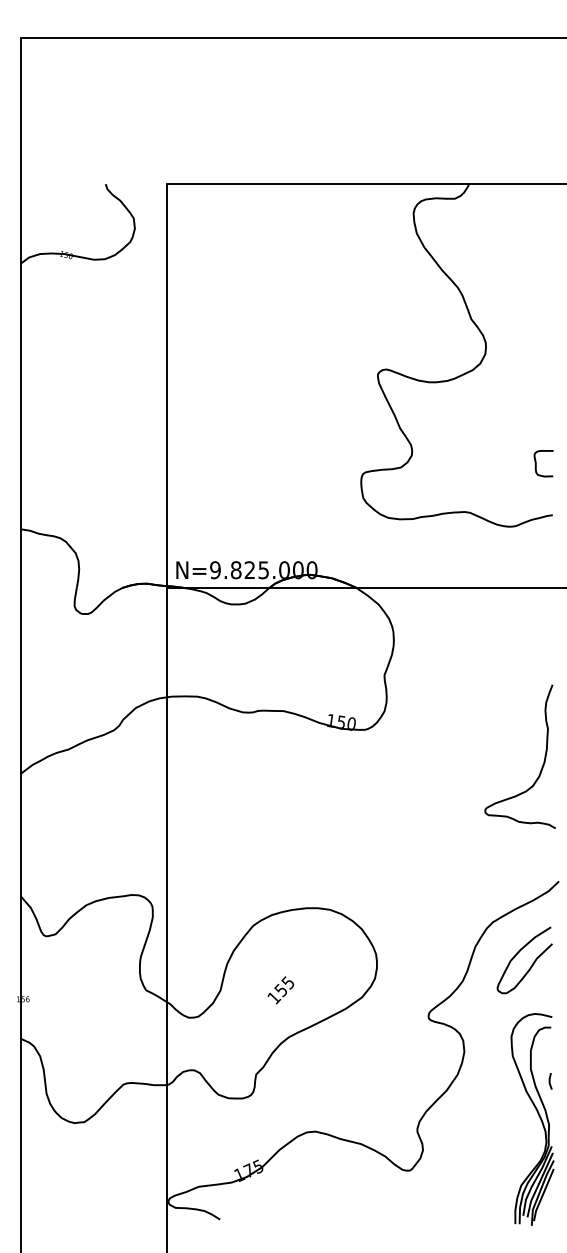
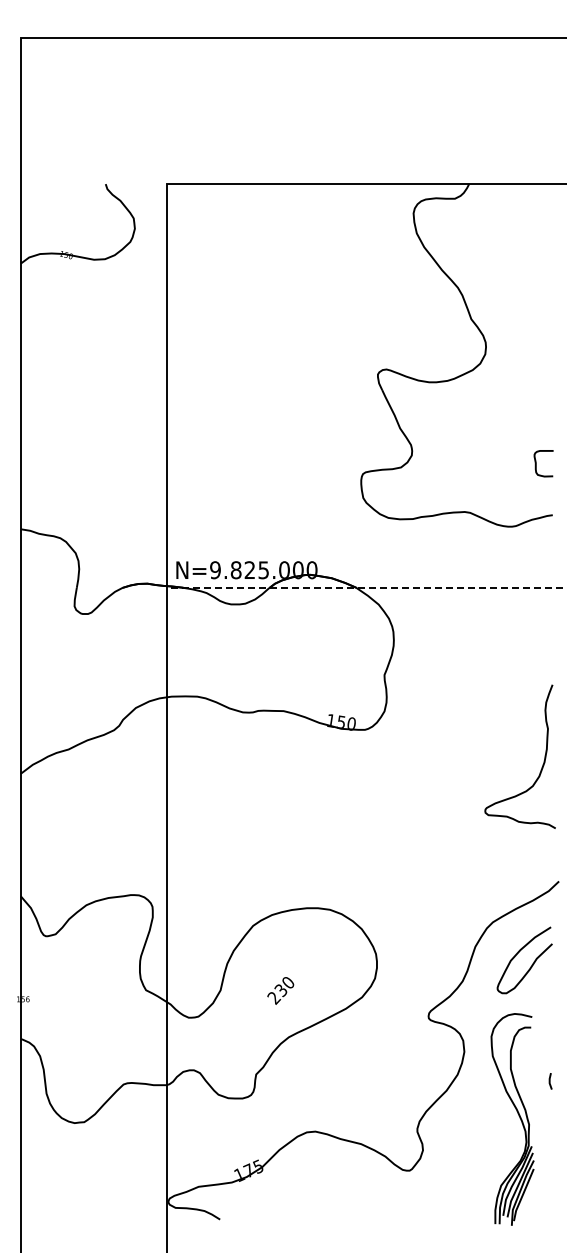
line at (366, 587): solid -> dashed
text at (280, 990): 155 -> 230
part at (538, 1116) position: (538, 1116) -> (518, 1116)
